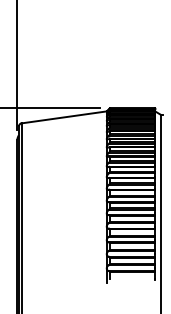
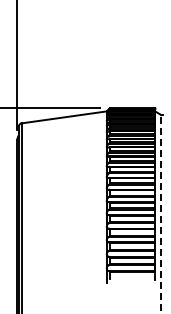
line at (161, 214): solid -> dashed
